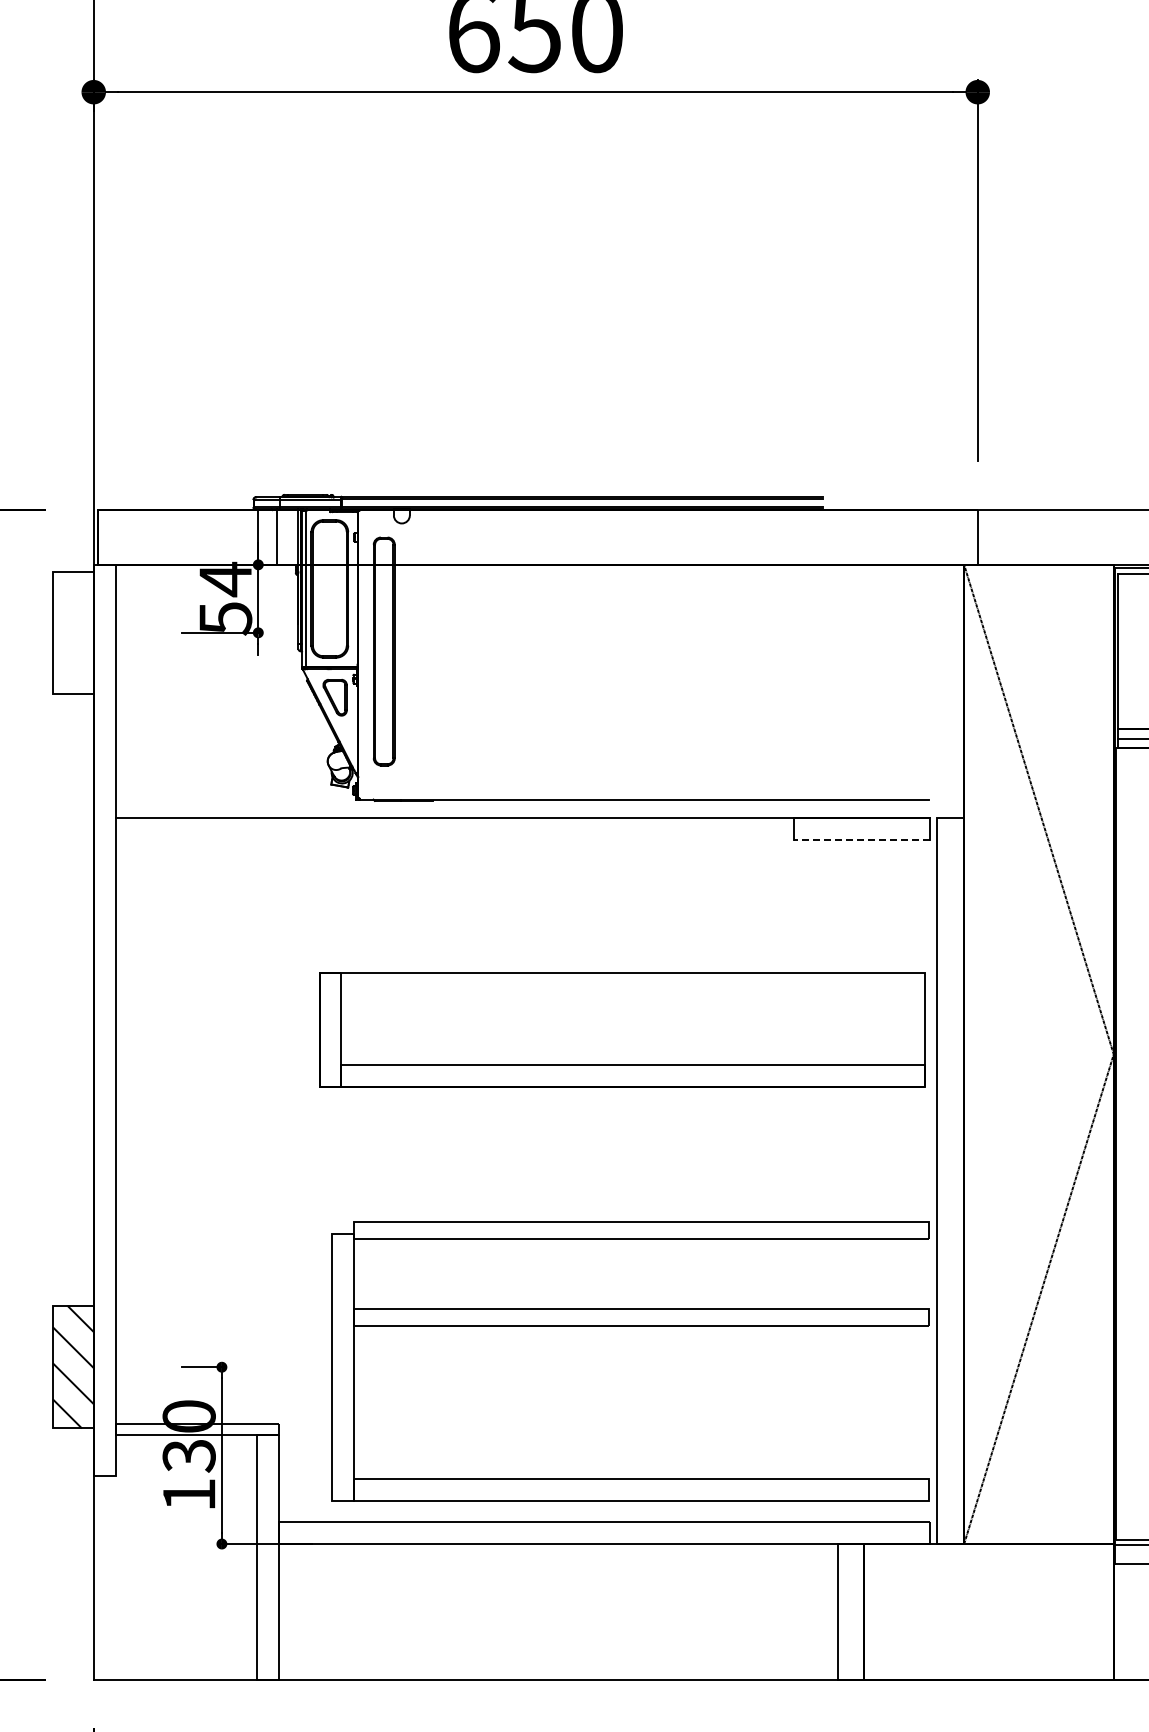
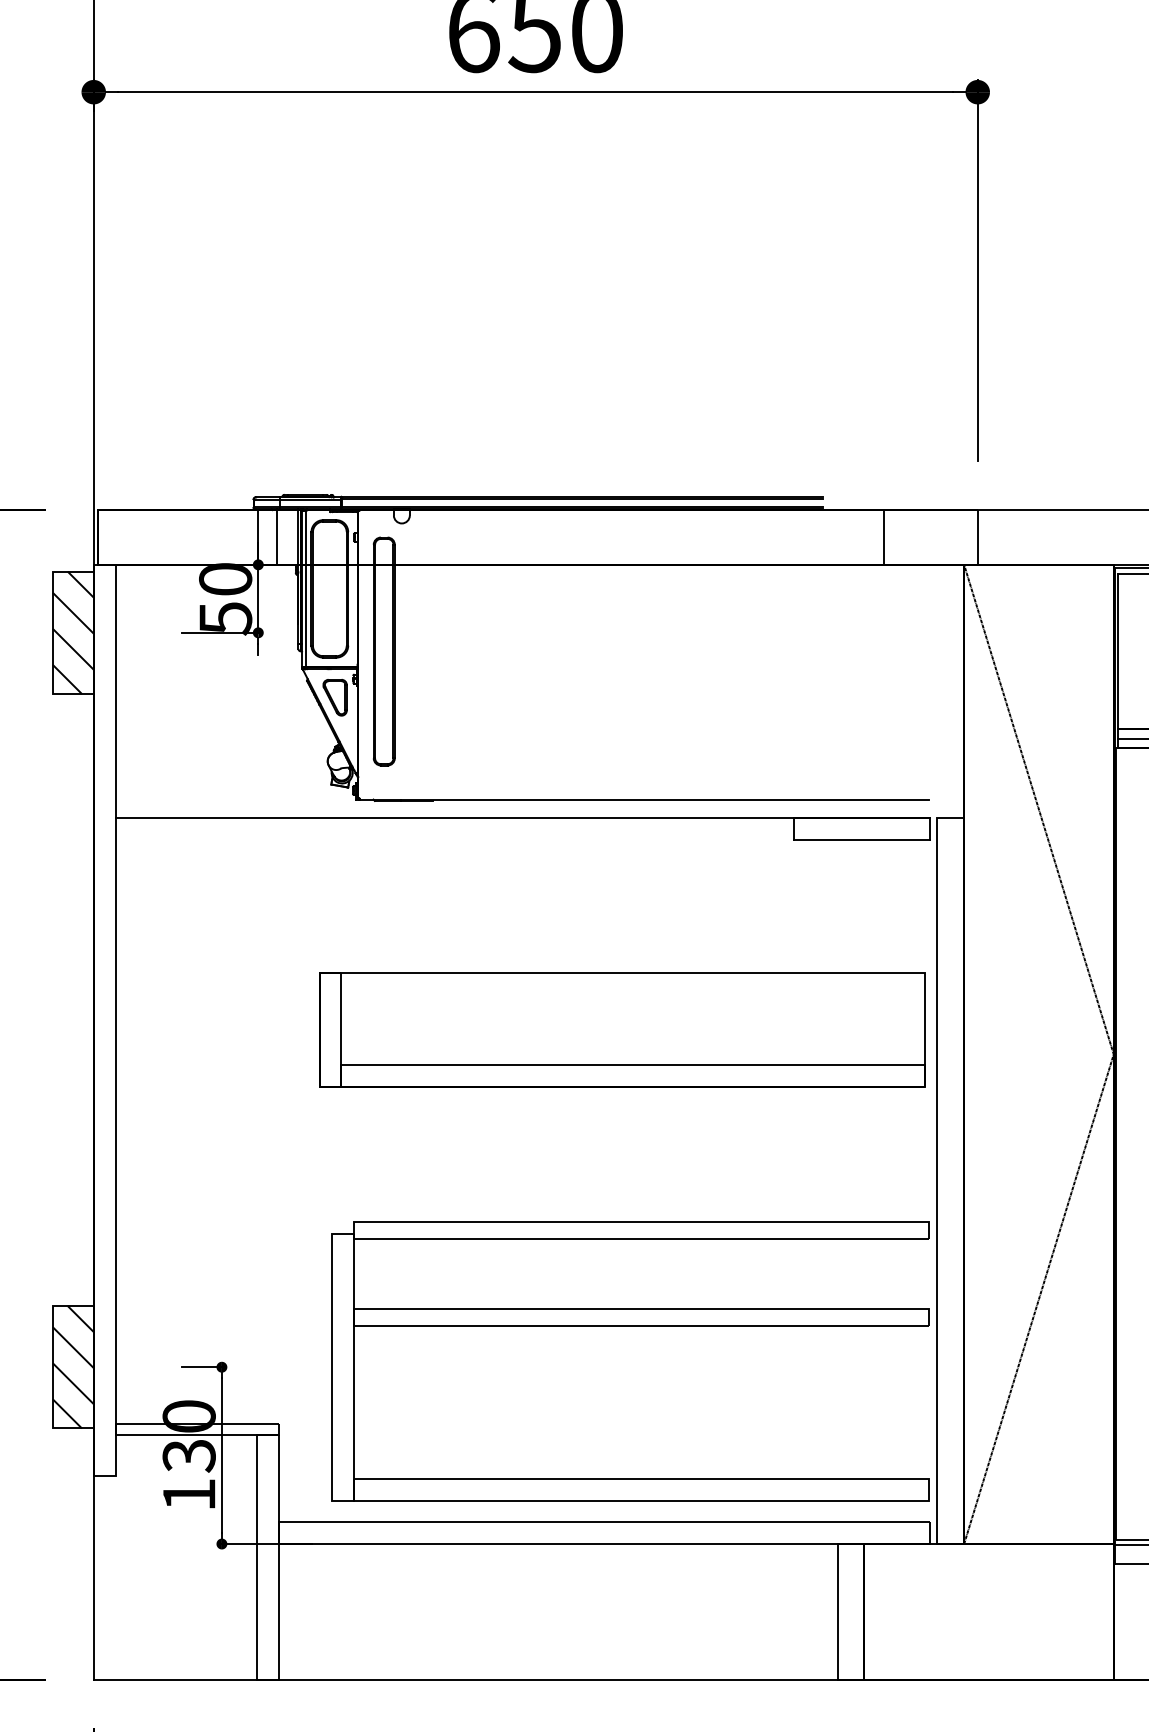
line at (883, 537): none -> present
text at (225, 579): 54 -> 50
hatch at (72, 632): none -> present
line at (861, 839): dashed -> solid
